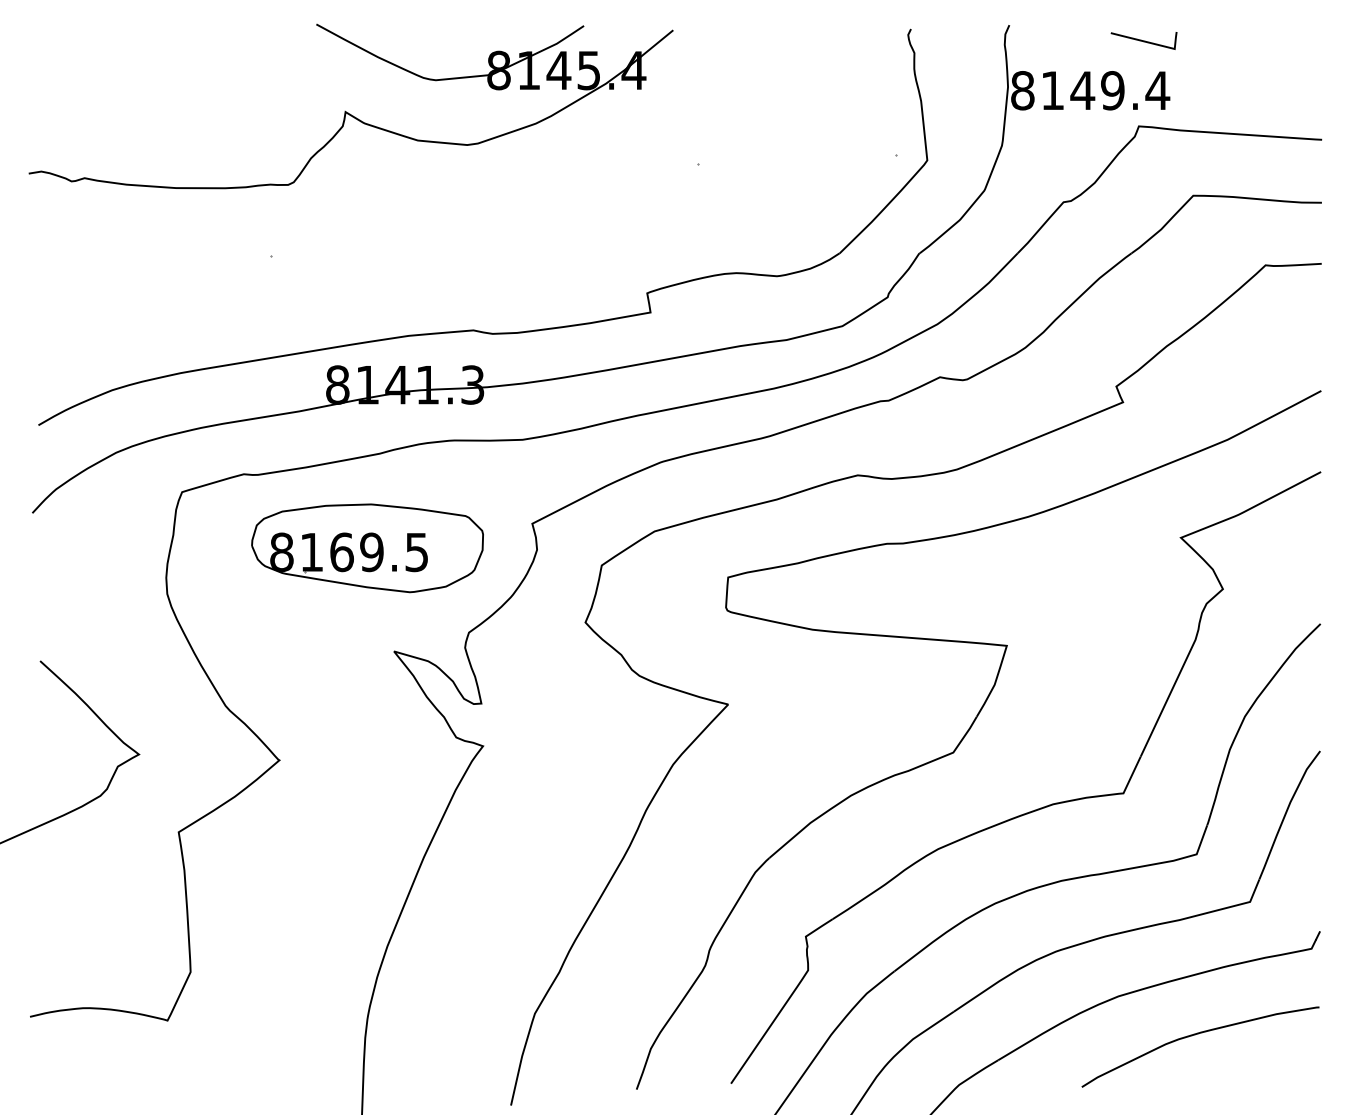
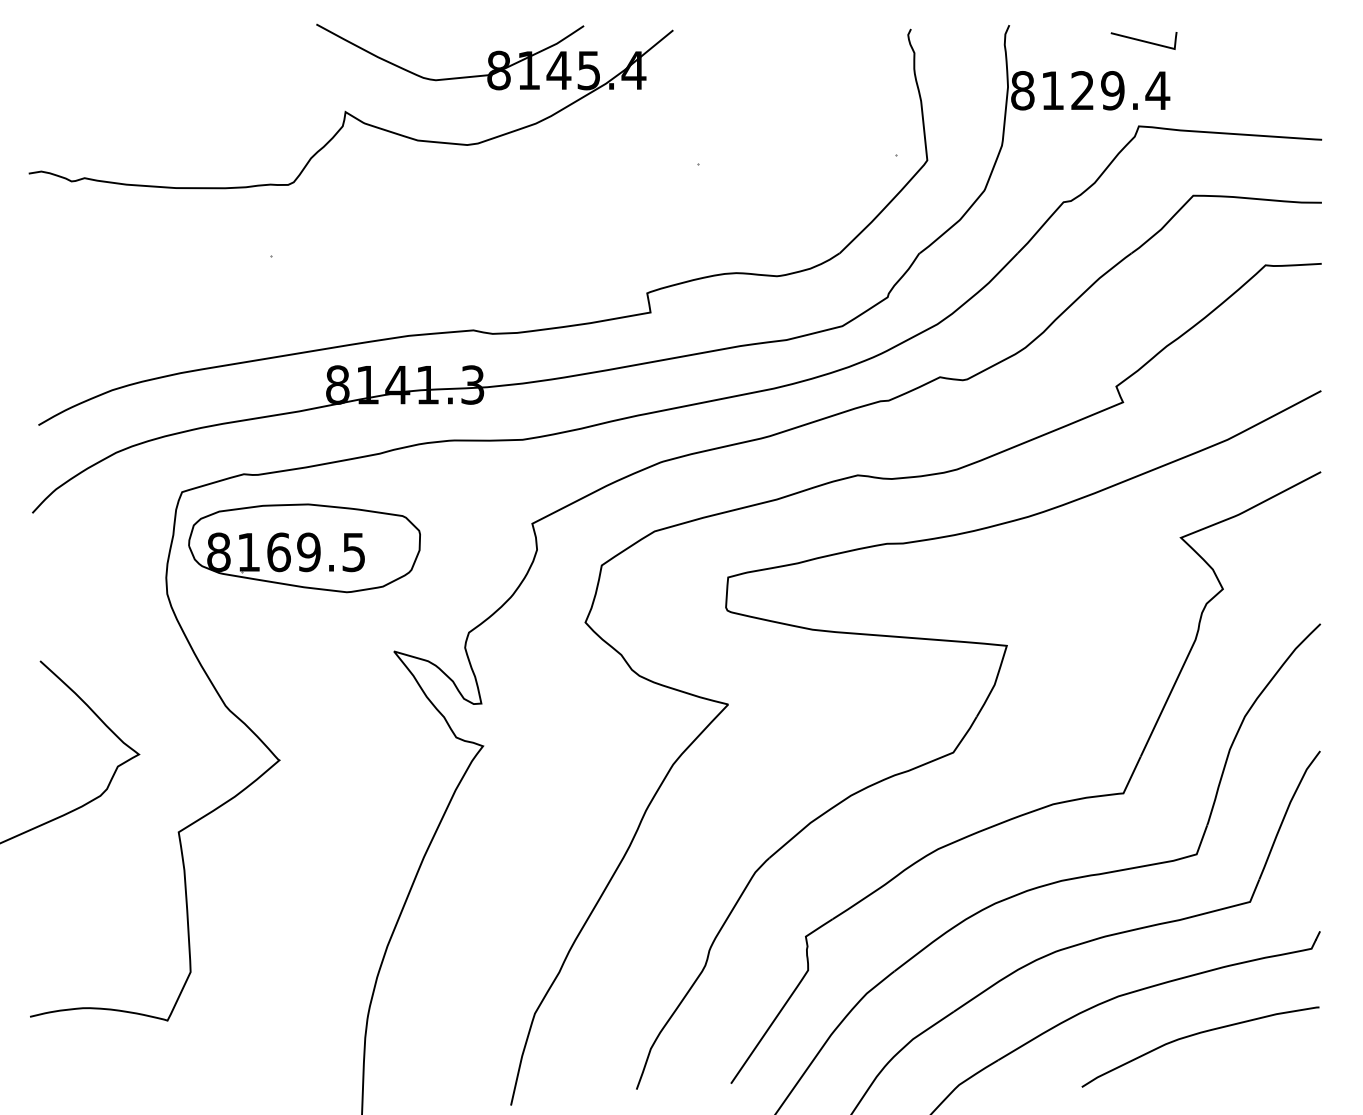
text at (1082, 90): 8149.4 -> 8129.4
part at (367, 548) position: (367, 548) -> (304, 548)
